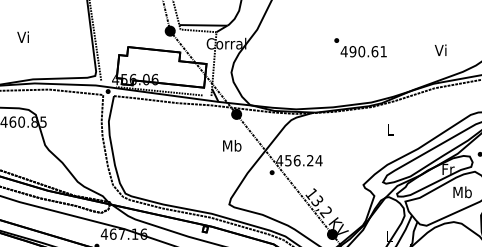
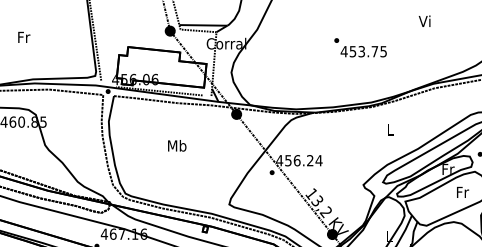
text at (23, 36): Vi -> Fr
text at (440, 49) position: (440, 49) -> (424, 20)
text at (367, 51): 490.61 -> 453.75
text at (232, 145) position: (232, 145) -> (177, 145)
text at (462, 192): Mb -> Fr
